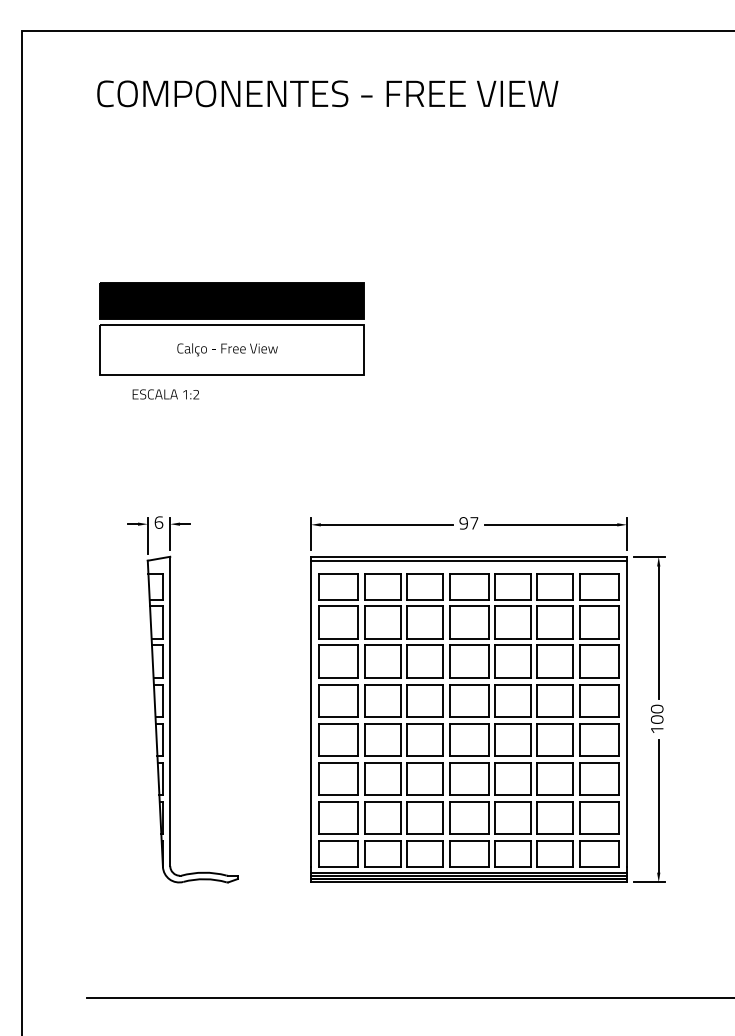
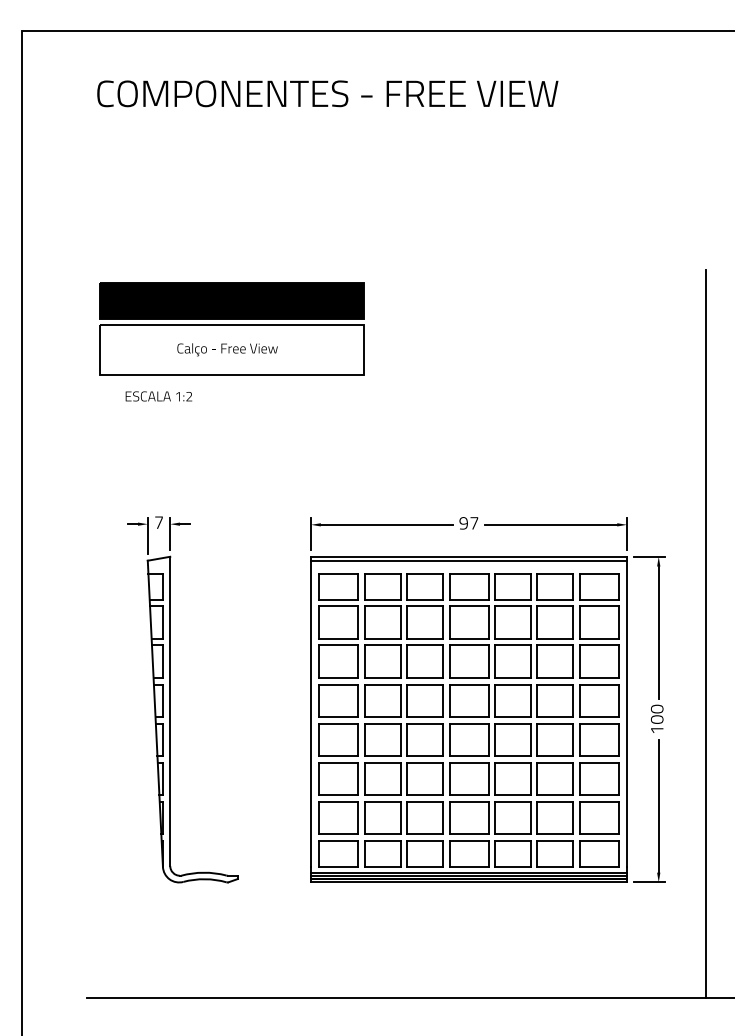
text at (165, 394) position: (165, 394) -> (158, 396)
text at (158, 522): 6 -> 7
line at (706, 634): none -> present
